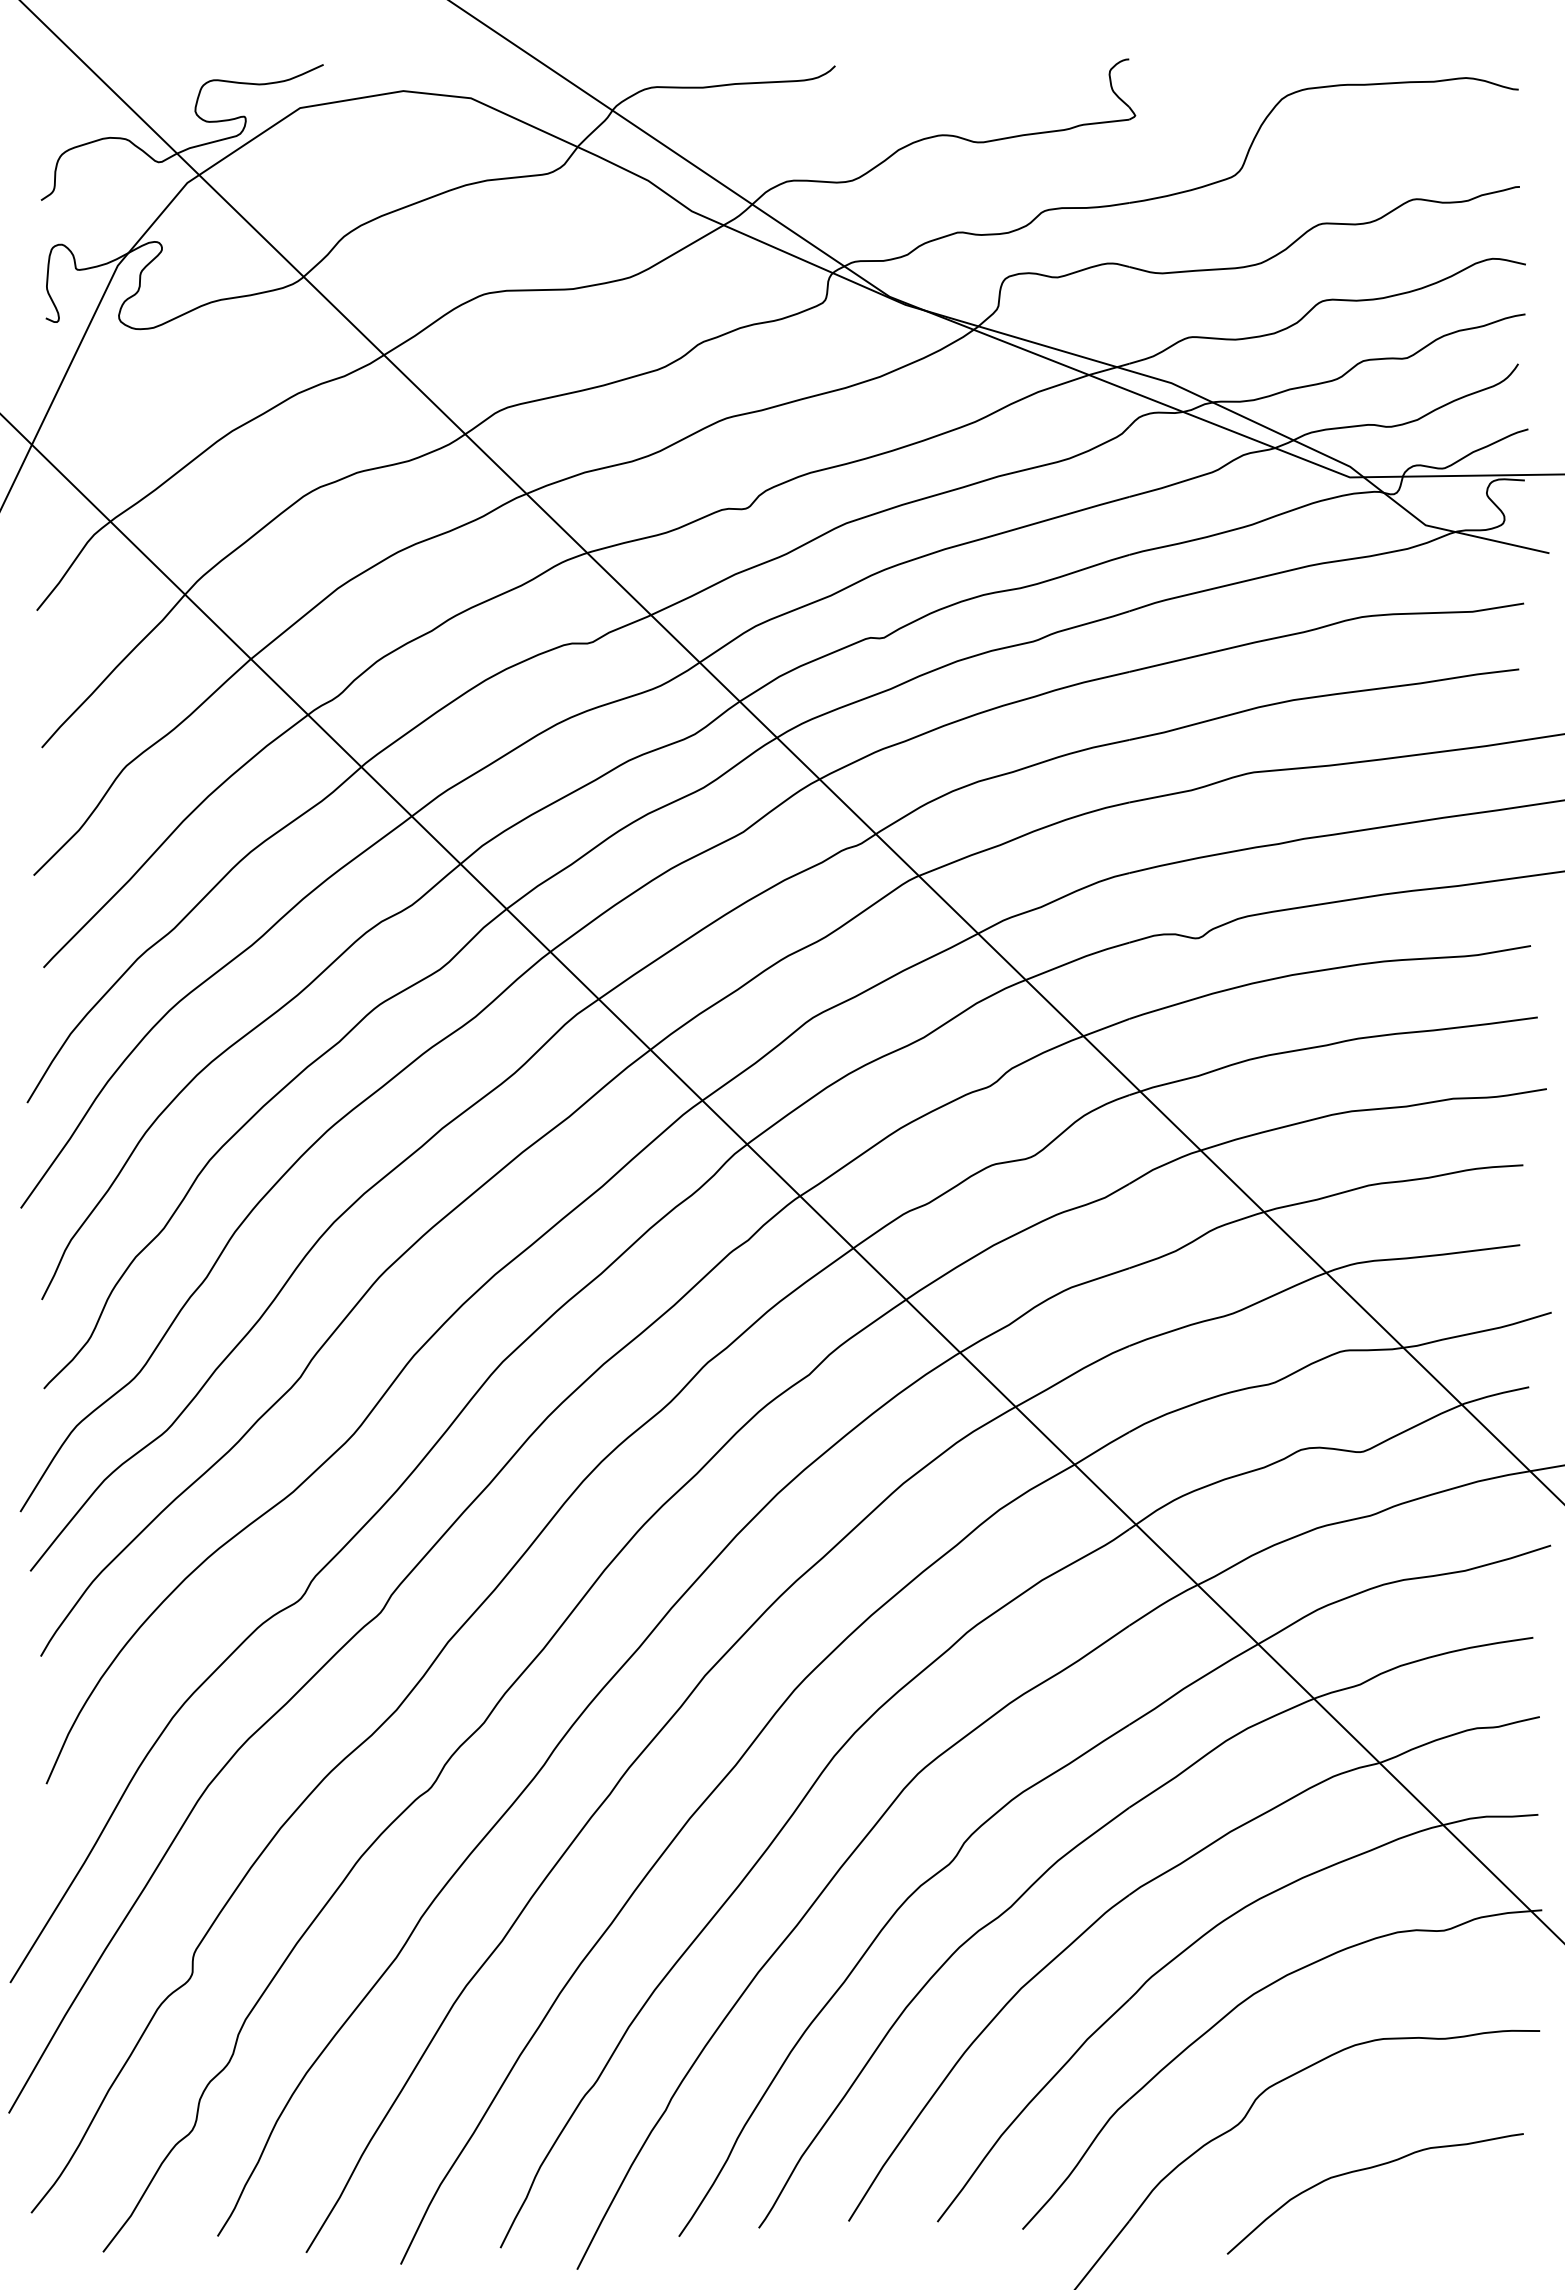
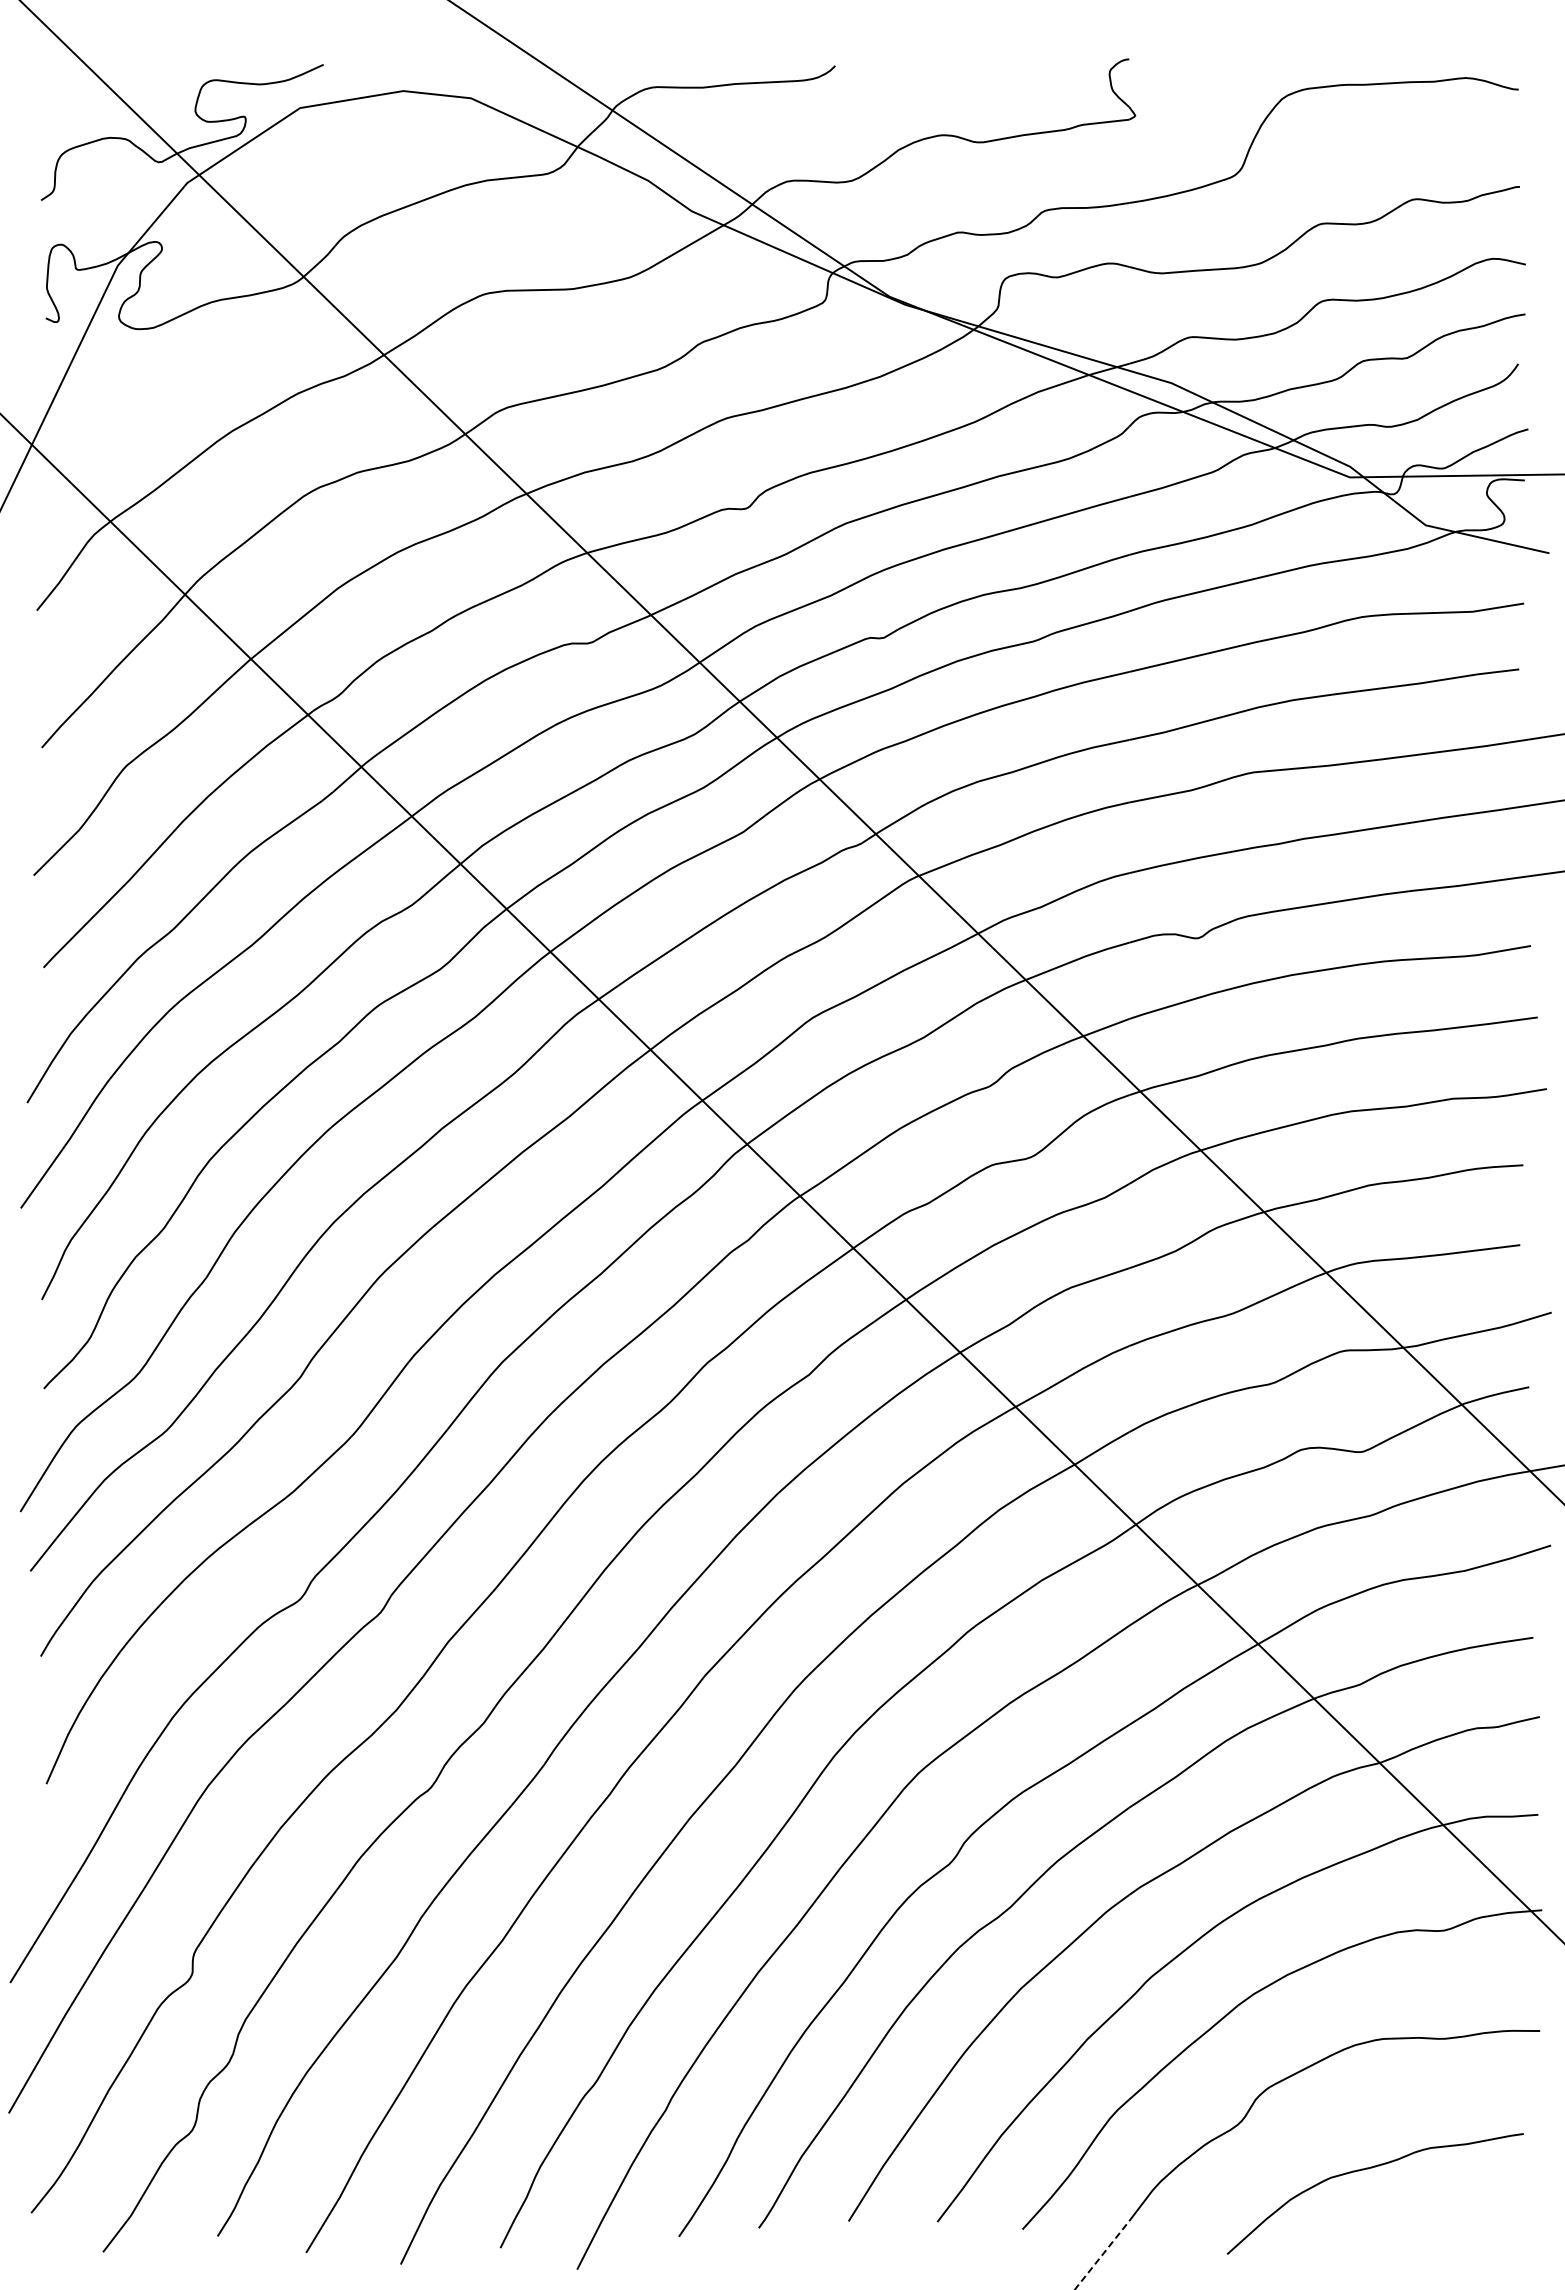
line at (1102, 2255): solid -> dashed
